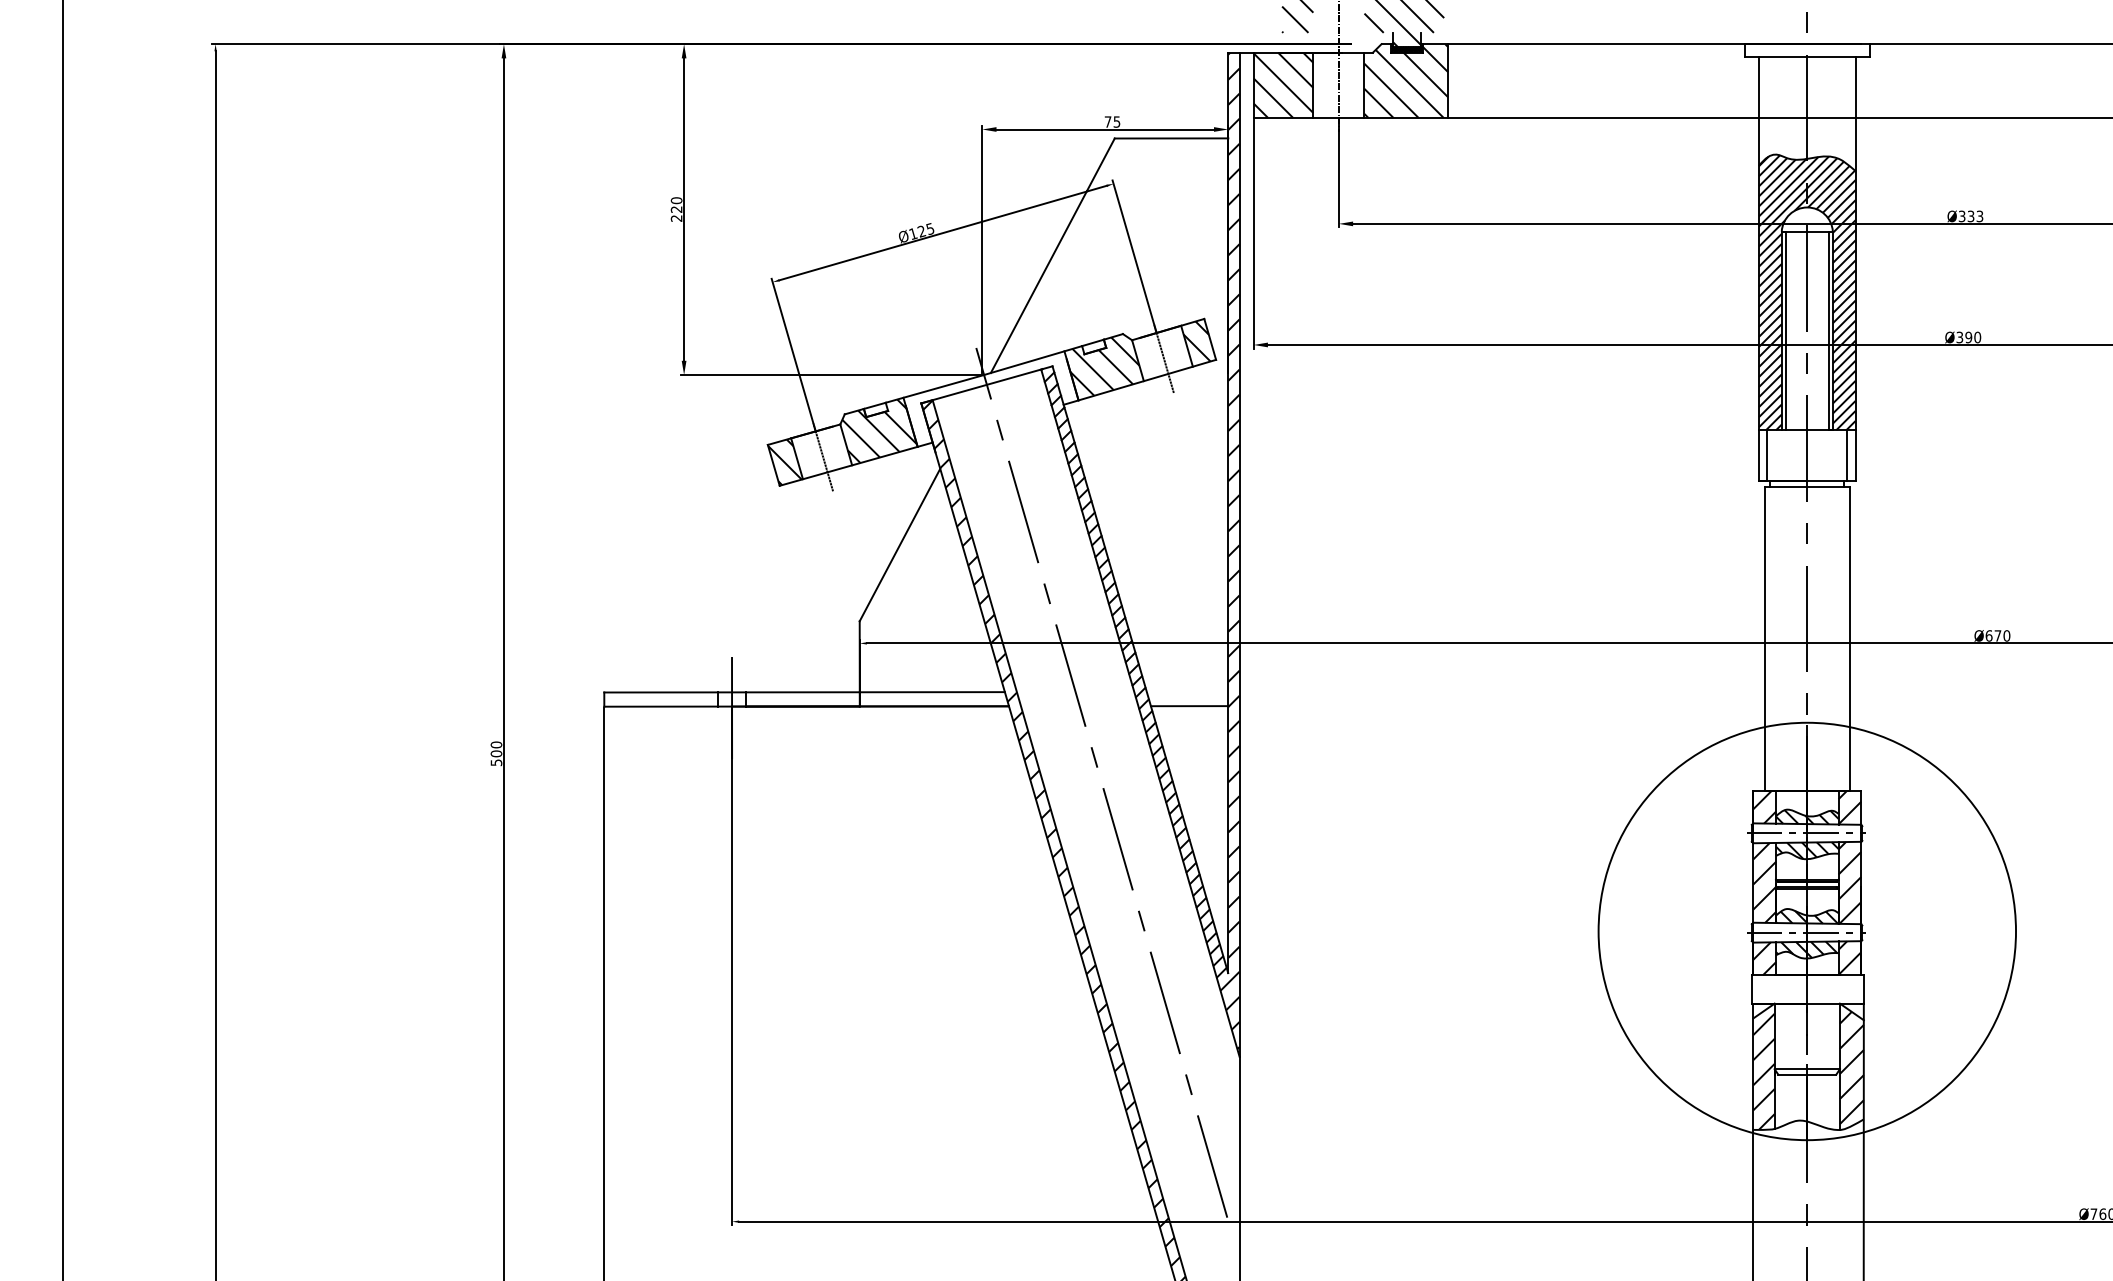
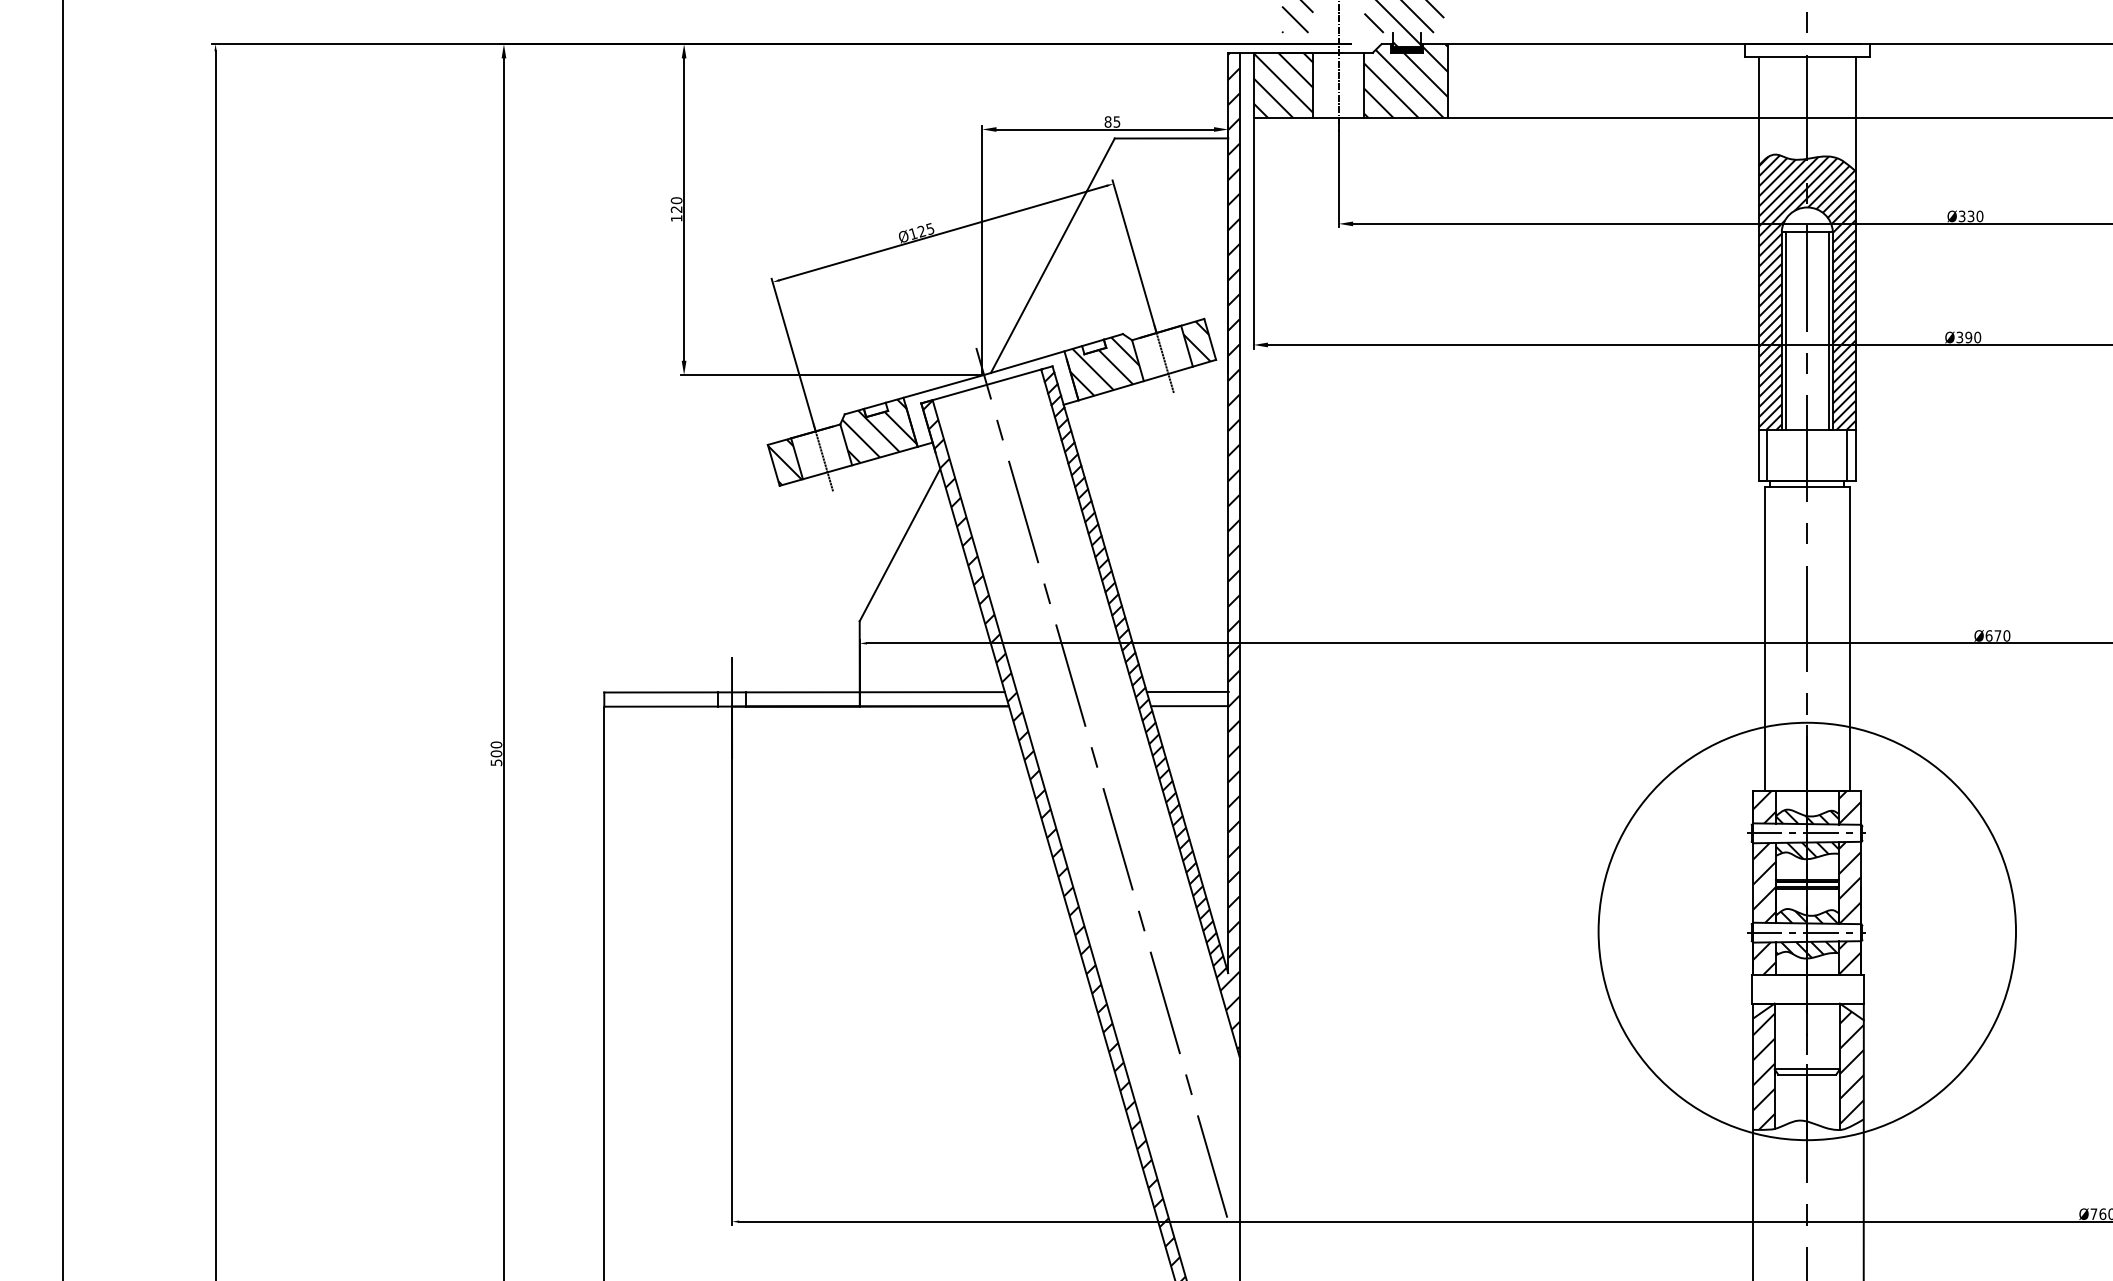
text at (1107, 121): 75 -> 85
text at (1979, 216): Ø333 -> Ø330
text at (676, 218): 220 -> 120
line at (1187, 691): none -> present
